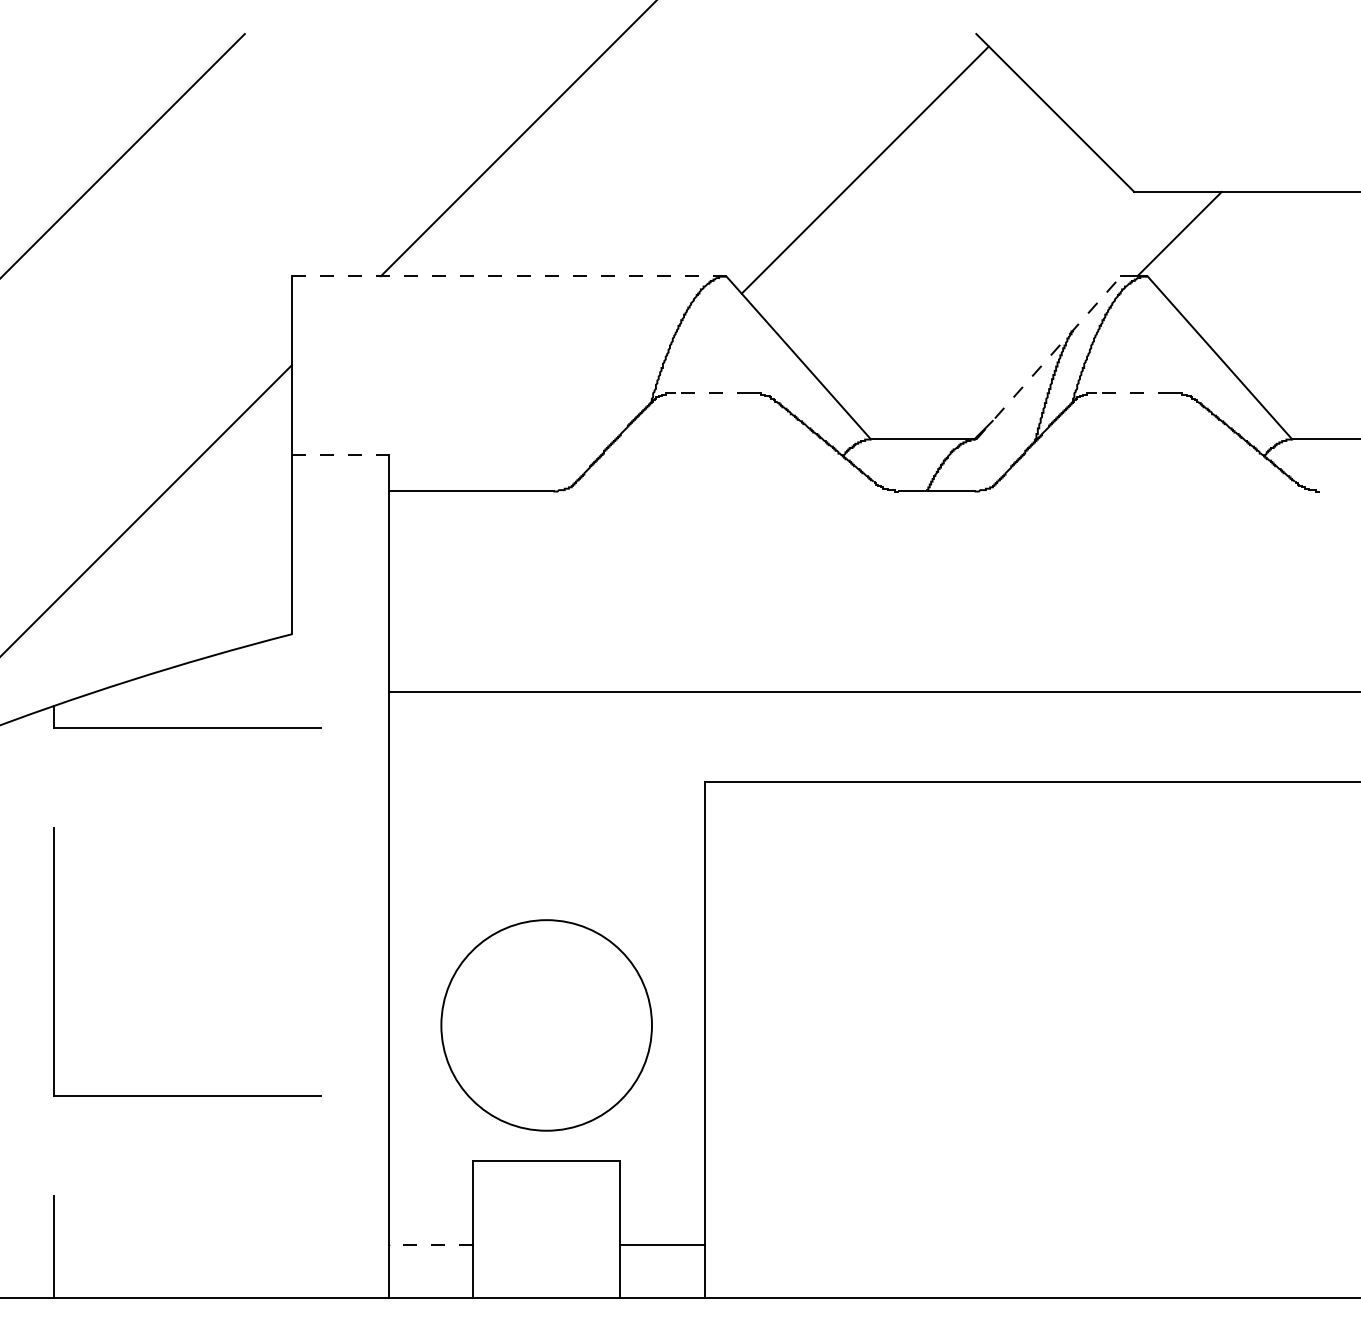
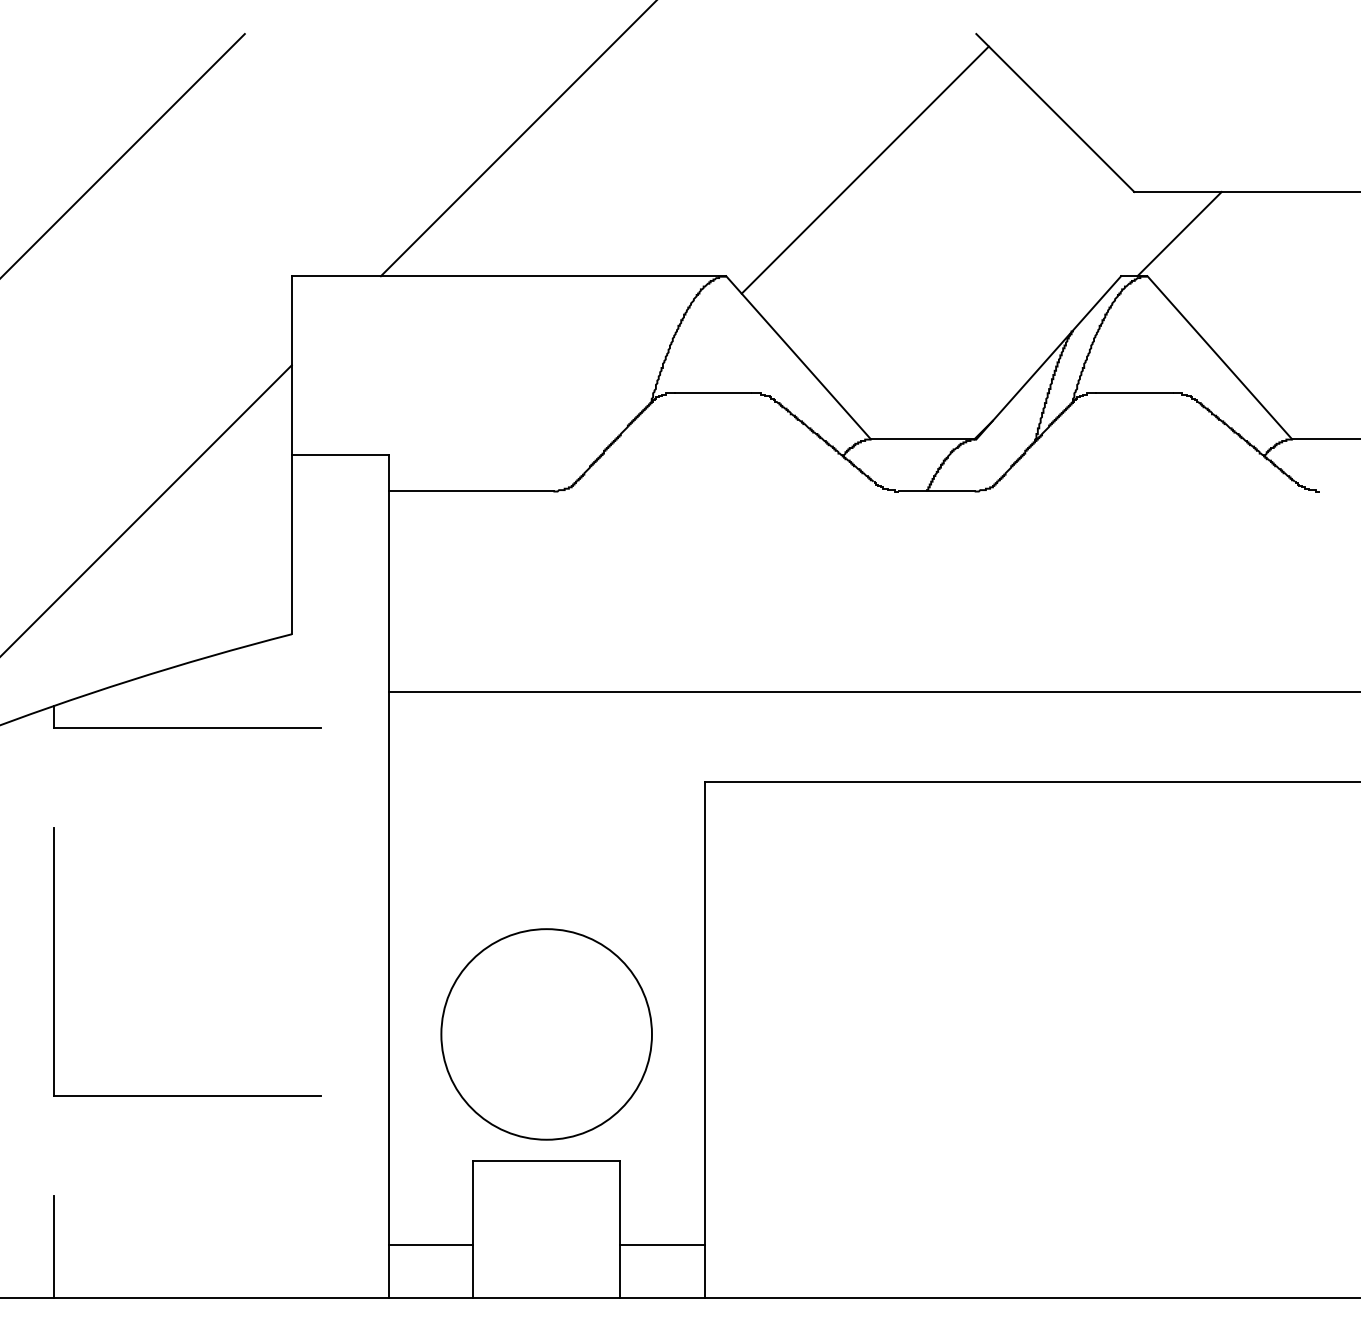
line at (509, 276): dashed -> solid
line at (1049, 357): dashed -> solid
line at (712, 392): dashed -> solid
line at (1133, 392): dashed -> solid
line at (340, 455): dashed -> solid
circle at (546, 1025) position: (546, 1025) -> (546, 1034)
line at (430, 1245): dashed -> solid
